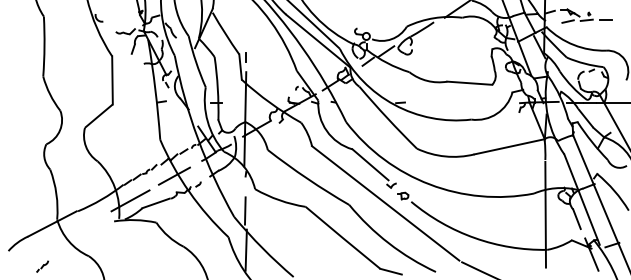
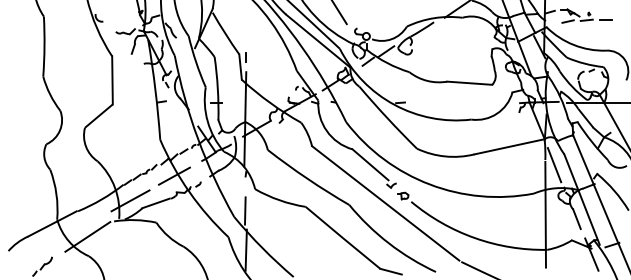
line at (339, 13): none -> present
line at (554, 165): none -> present
line at (87, 236): none -> present
part at (42, 266) size: 14x13 px -> 21x21 px
